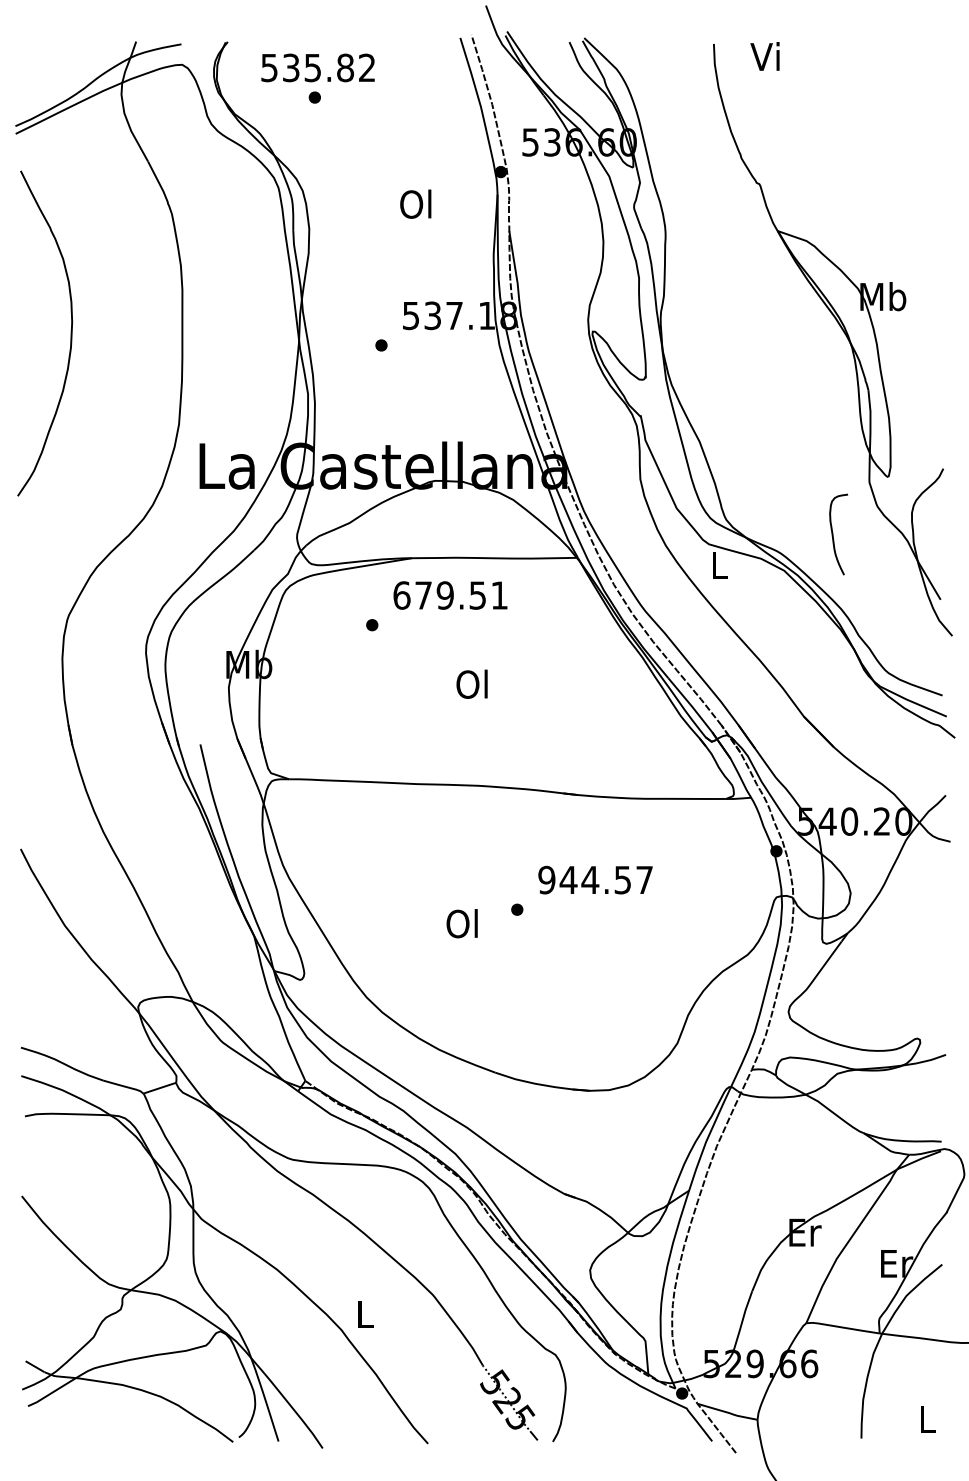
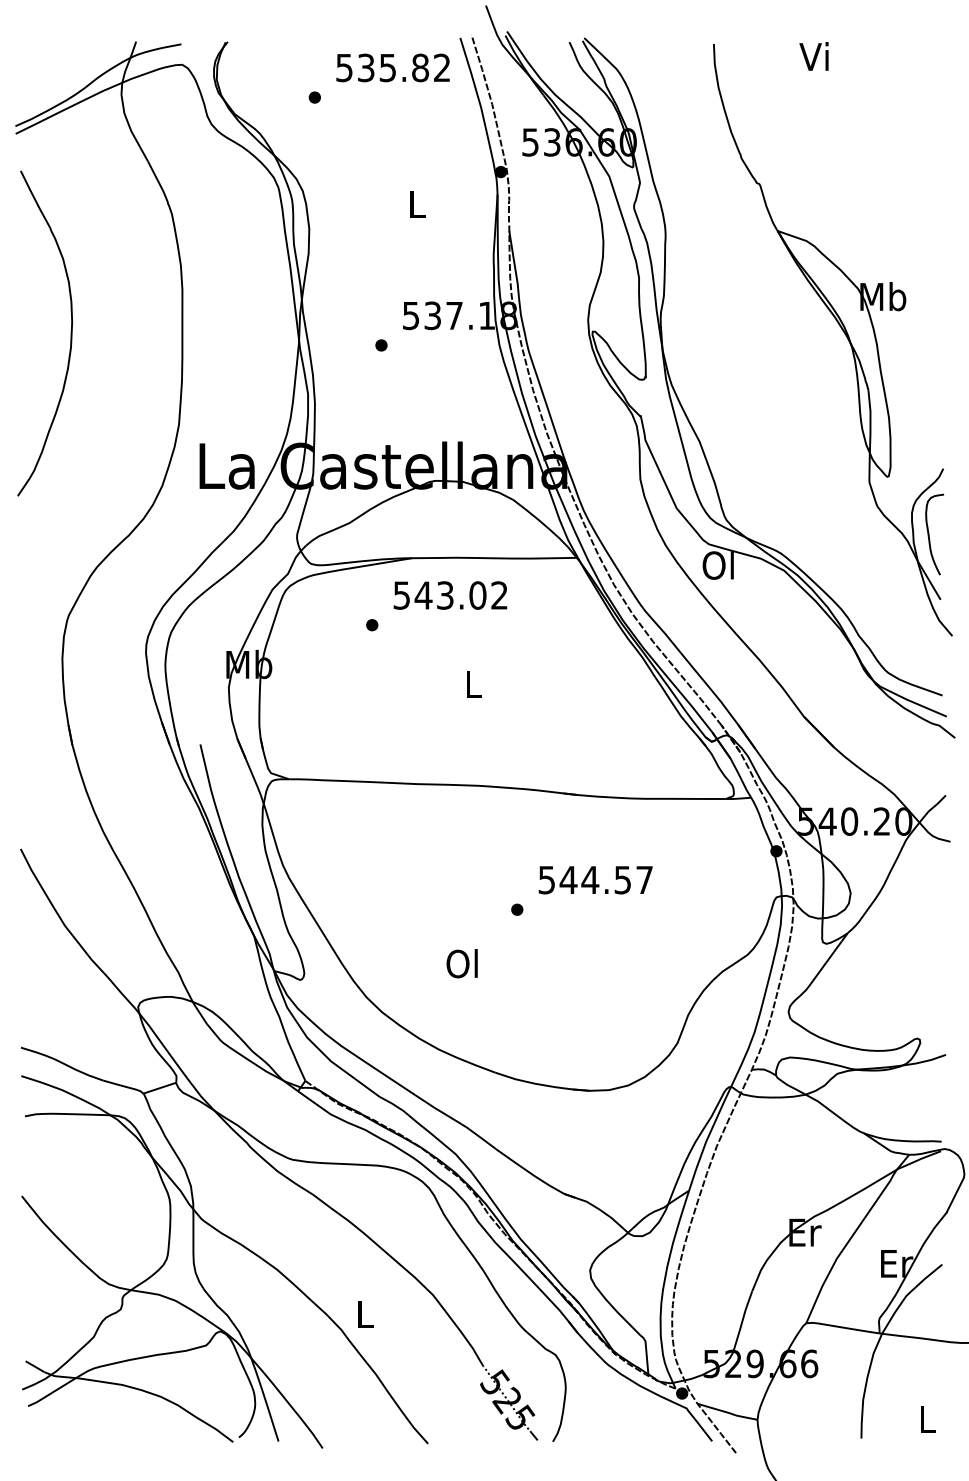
text at (764, 56) position: (764, 56) -> (813, 56)
text at (317, 67) position: (317, 67) -> (392, 67)
text at (415, 203): Ol -> L
curve at (833, 534) position: (833, 534) -> (929, 534)
text at (717, 565): L -> Ol
text at (450, 595): 679.51 -> 543.02
text at (471, 683): Ol -> L
text at (546, 879): 944.57 -> 544.57
text at (461, 923) position: (461, 923) -> (461, 963)
